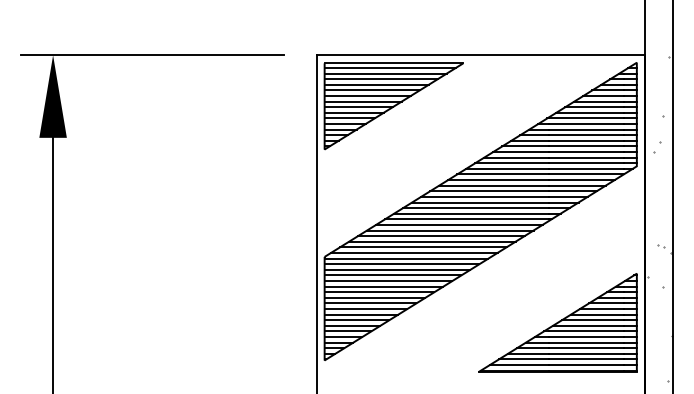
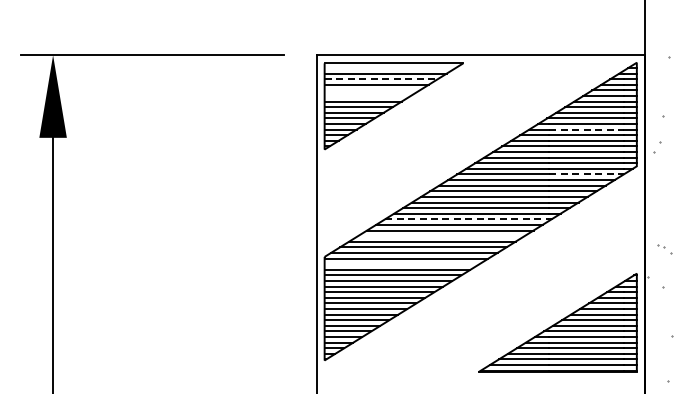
line at (389, 67): present -> none
line at (381, 79): solid -> dashed
line at (371, 90): present -> none
line at (367, 95): present -> none
line at (587, 129): solid -> dashed
line at (587, 174): solid -> dashed
line at (673, 196): present -> none
line at (467, 219): solid -> dashed
line at (441, 236): present -> none
line at (401, 264): present -> none
